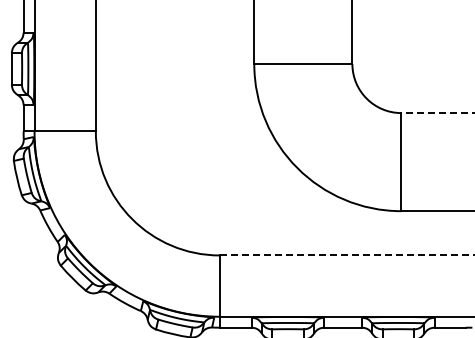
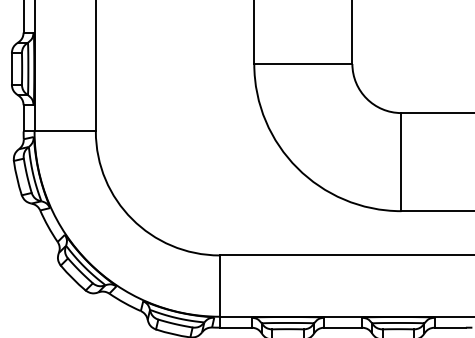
line at (437, 113): dashed -> solid
line at (347, 255): dashed -> solid
